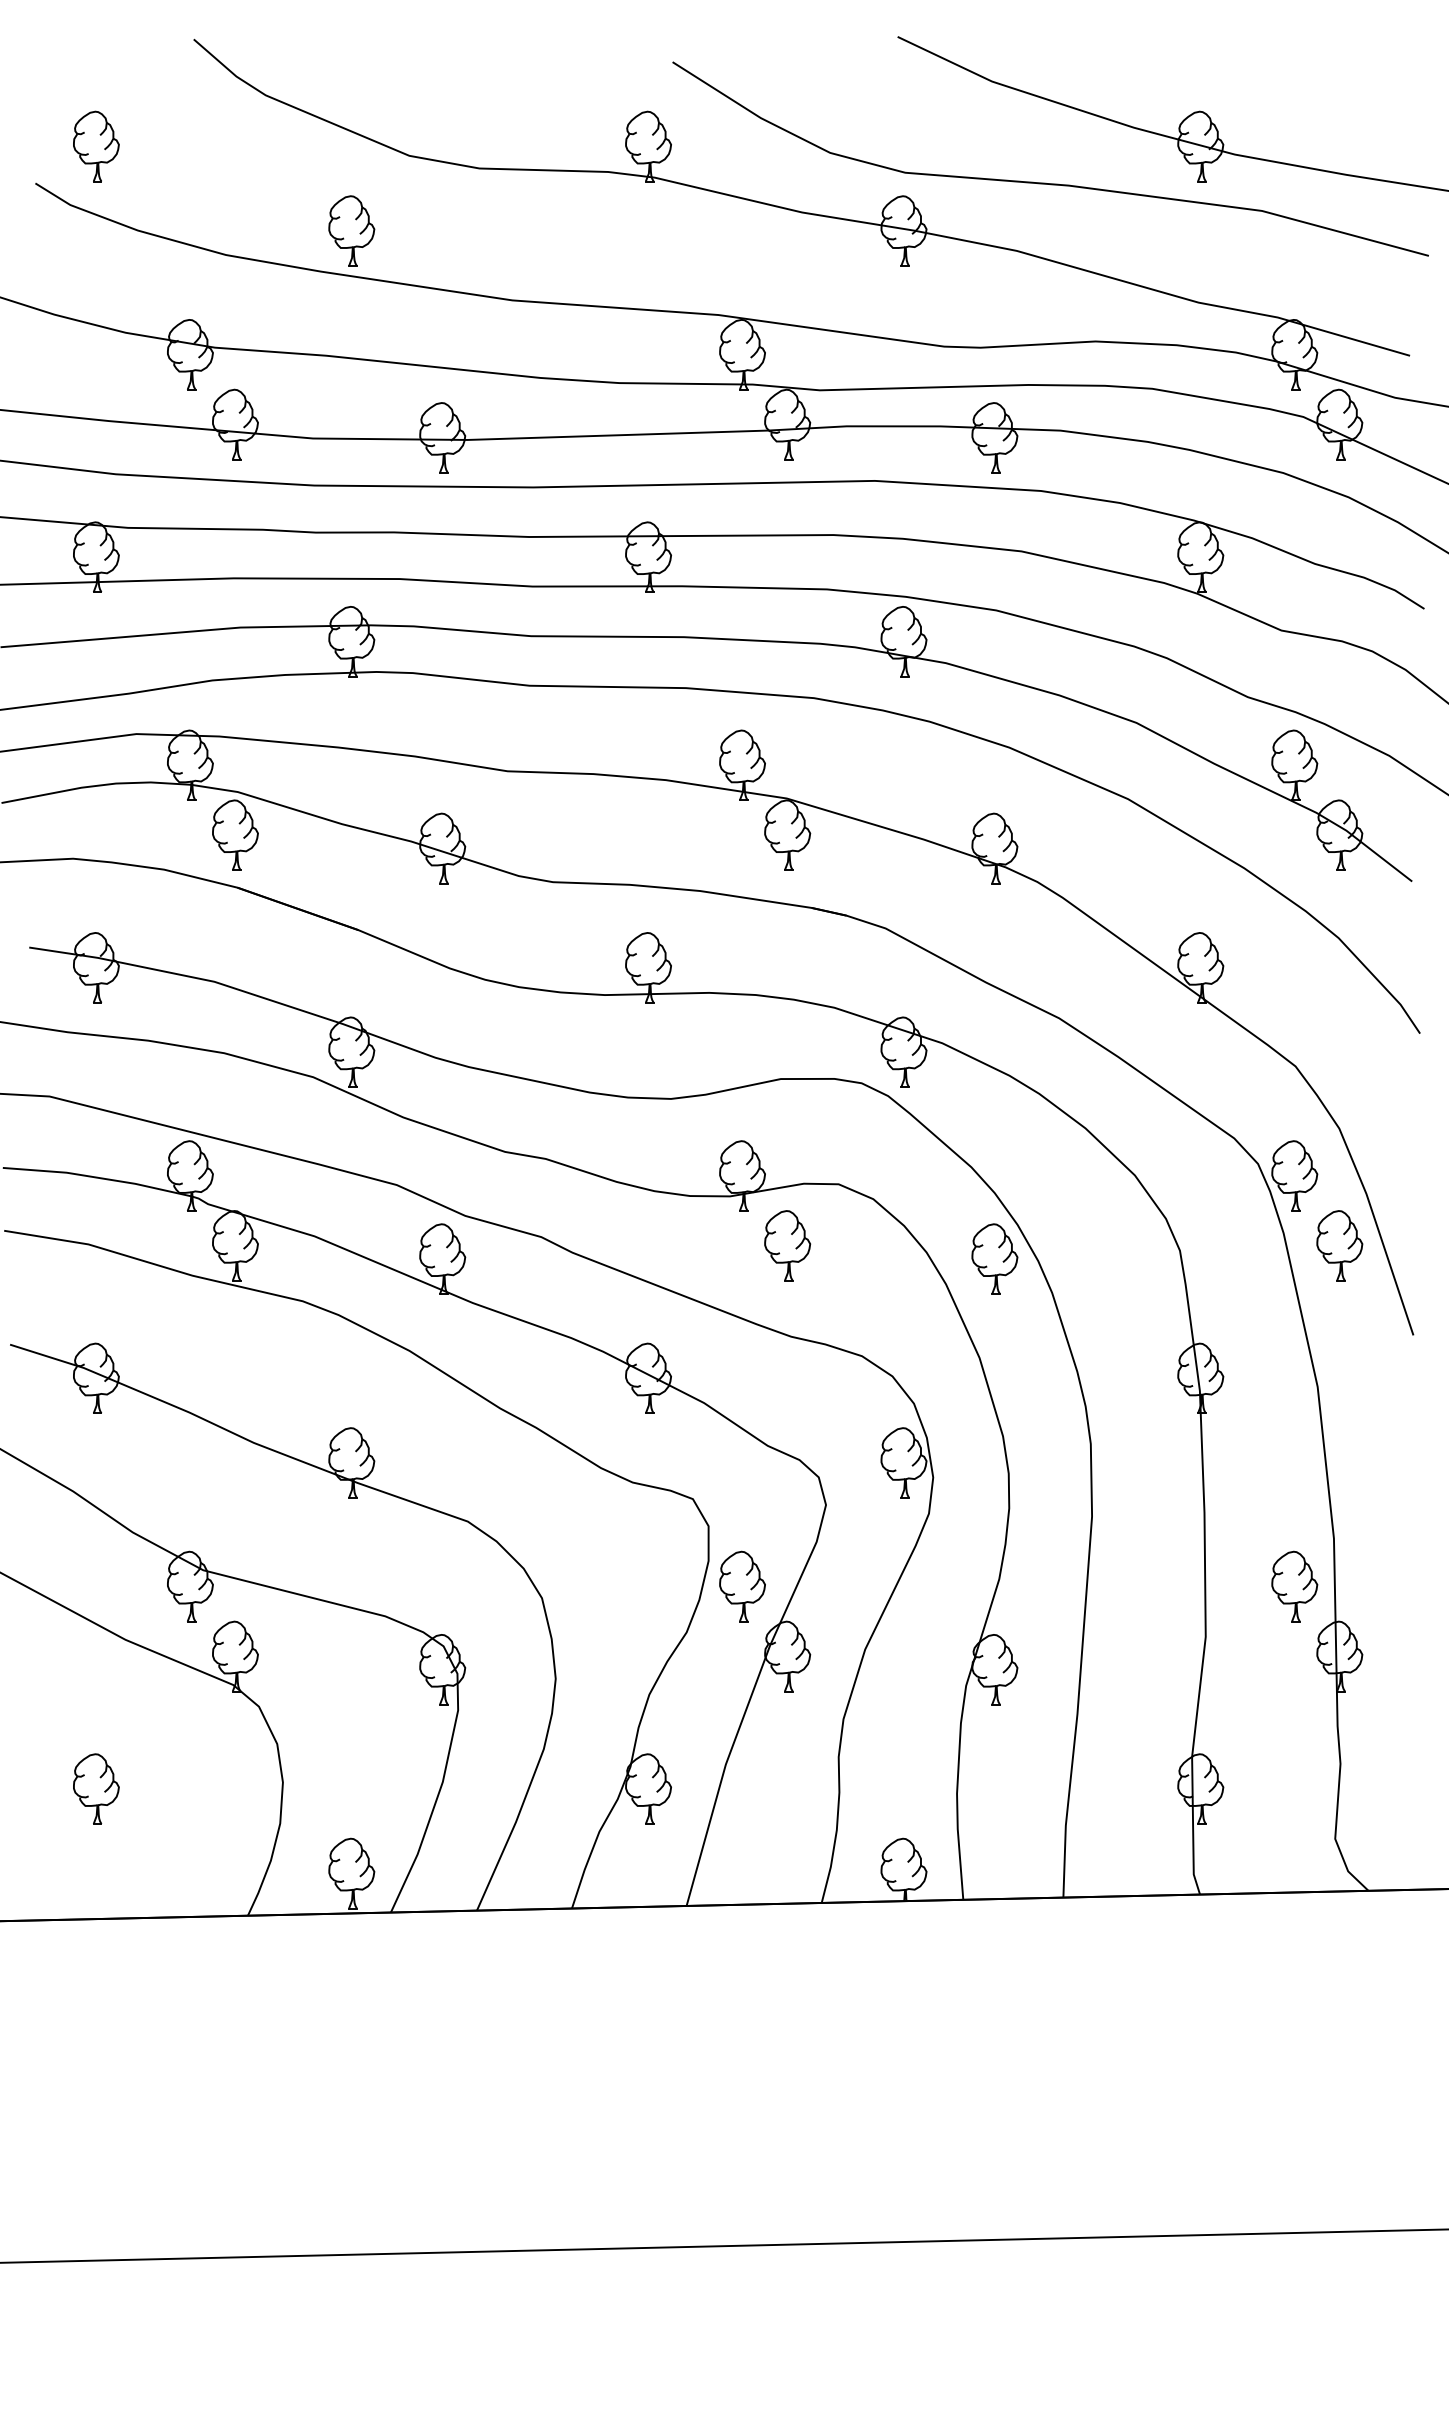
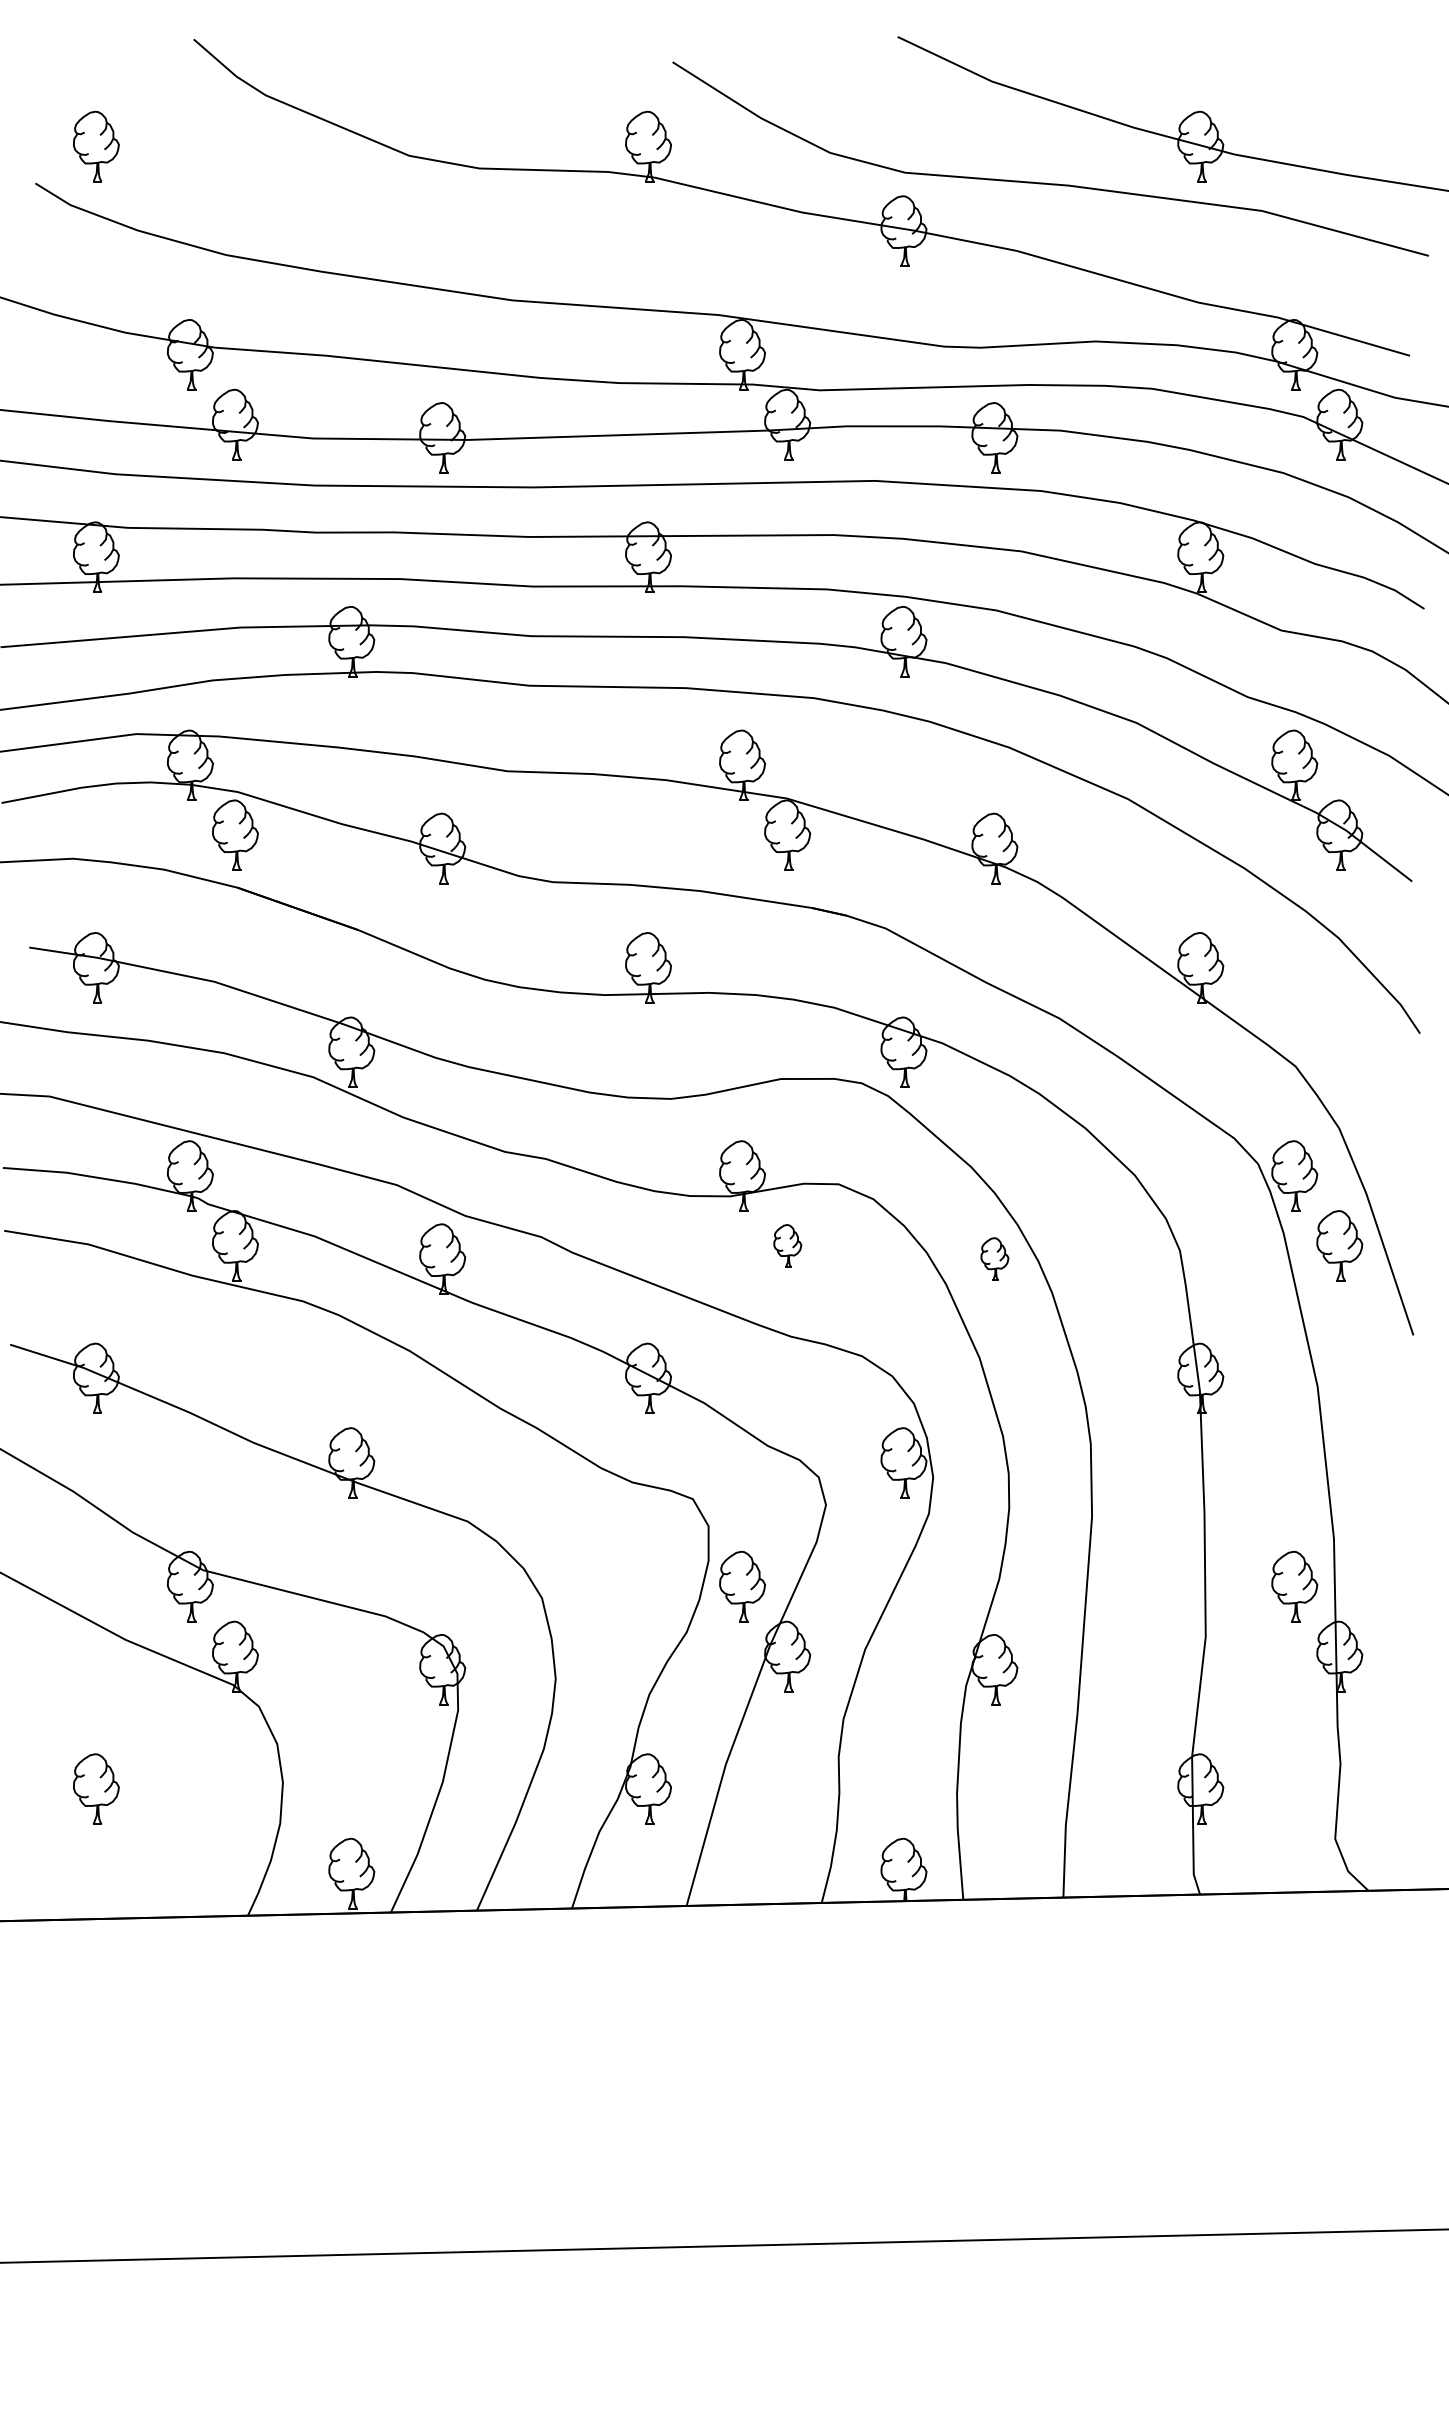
part at (351, 230): present -> none
part at (787, 1245) size: 48x72 px -> 30x44 px
part at (994, 1258) size: 48x72 px -> 30x44 px
